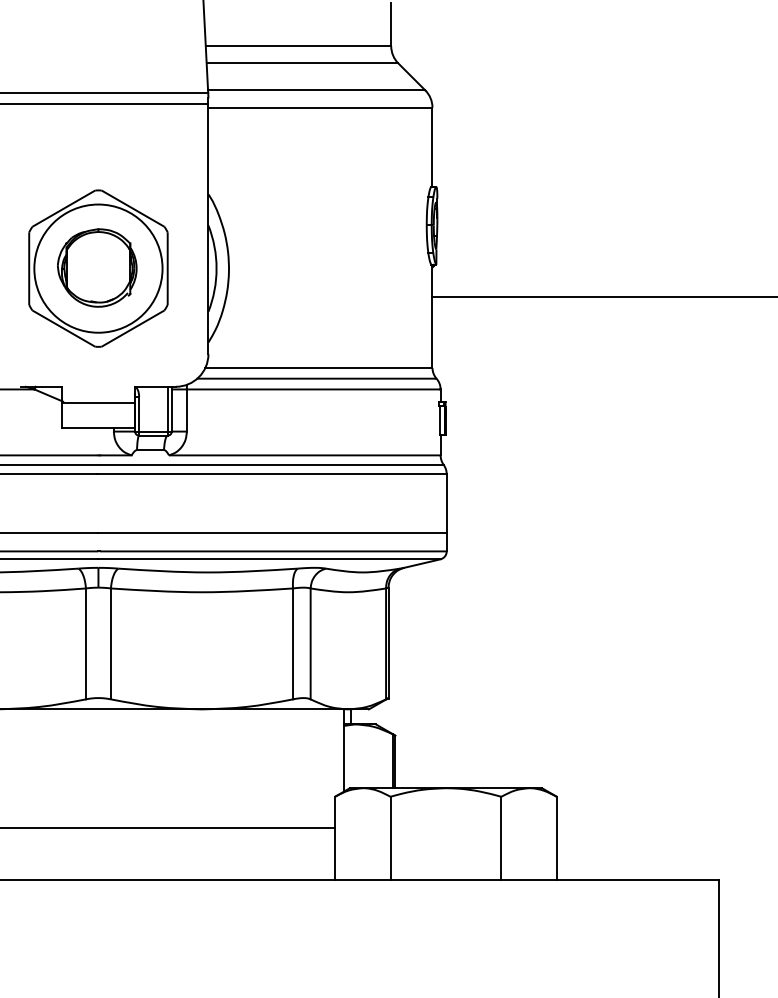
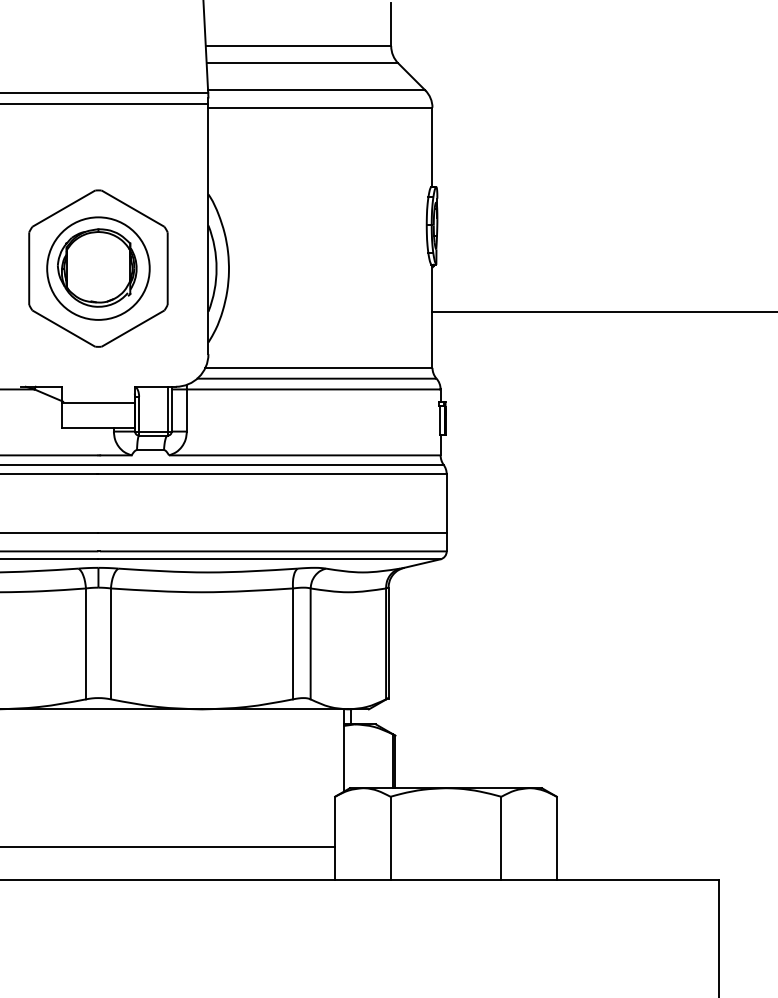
circle at (98, 268) diameter: 128 px -> 103 px
line at (603, 296) position: (603, 296) -> (603, 311)
line at (168, 828) position: (168, 828) -> (168, 847)
